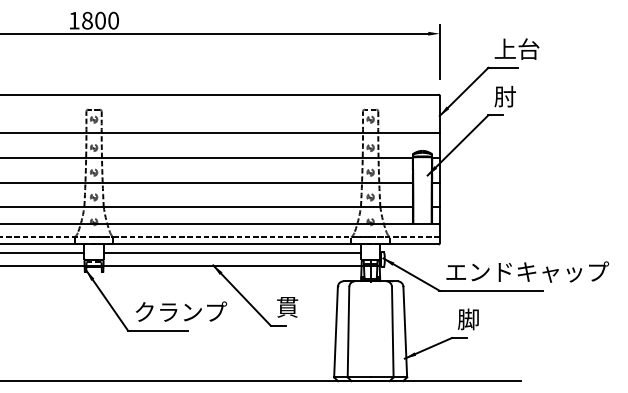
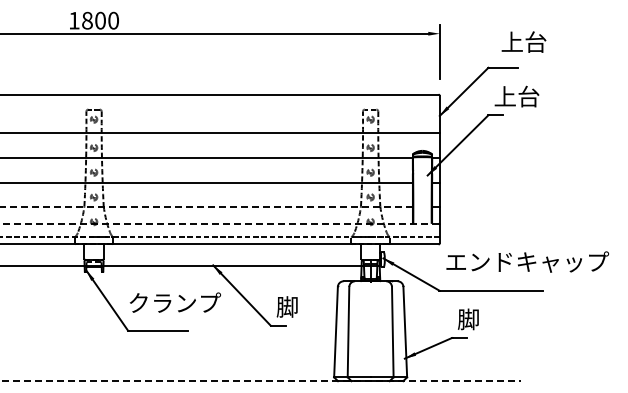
text at (516, 48) position: (516, 48) -> (523, 41)
text at (516, 96): 肘 -> 上台
line at (206, 207): solid -> dashed
line at (218, 223): solid -> dashed
line at (43, 253): present -> none
line at (232, 253): present -> none
text at (527, 271) position: (527, 271) -> (527, 261)
text at (287, 306): 貫 -> 脚
text at (180, 311) position: (180, 311) -> (174, 302)
line at (261, 381): solid -> dashed
